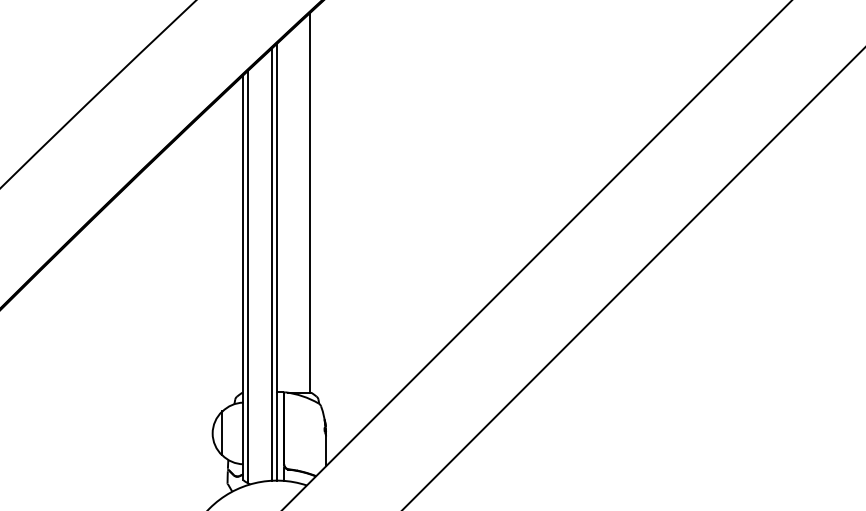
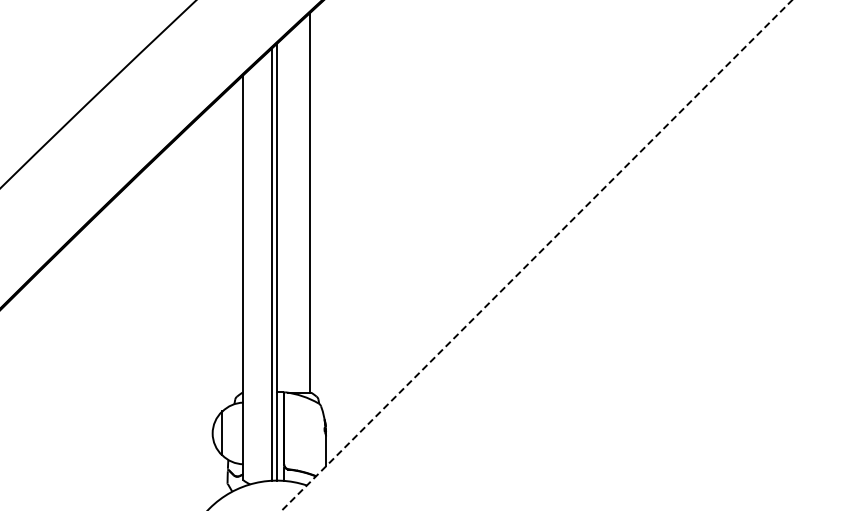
line at (537, 255): solid -> dashed
line at (247, 277): present -> none
line at (633, 278): present -> none
